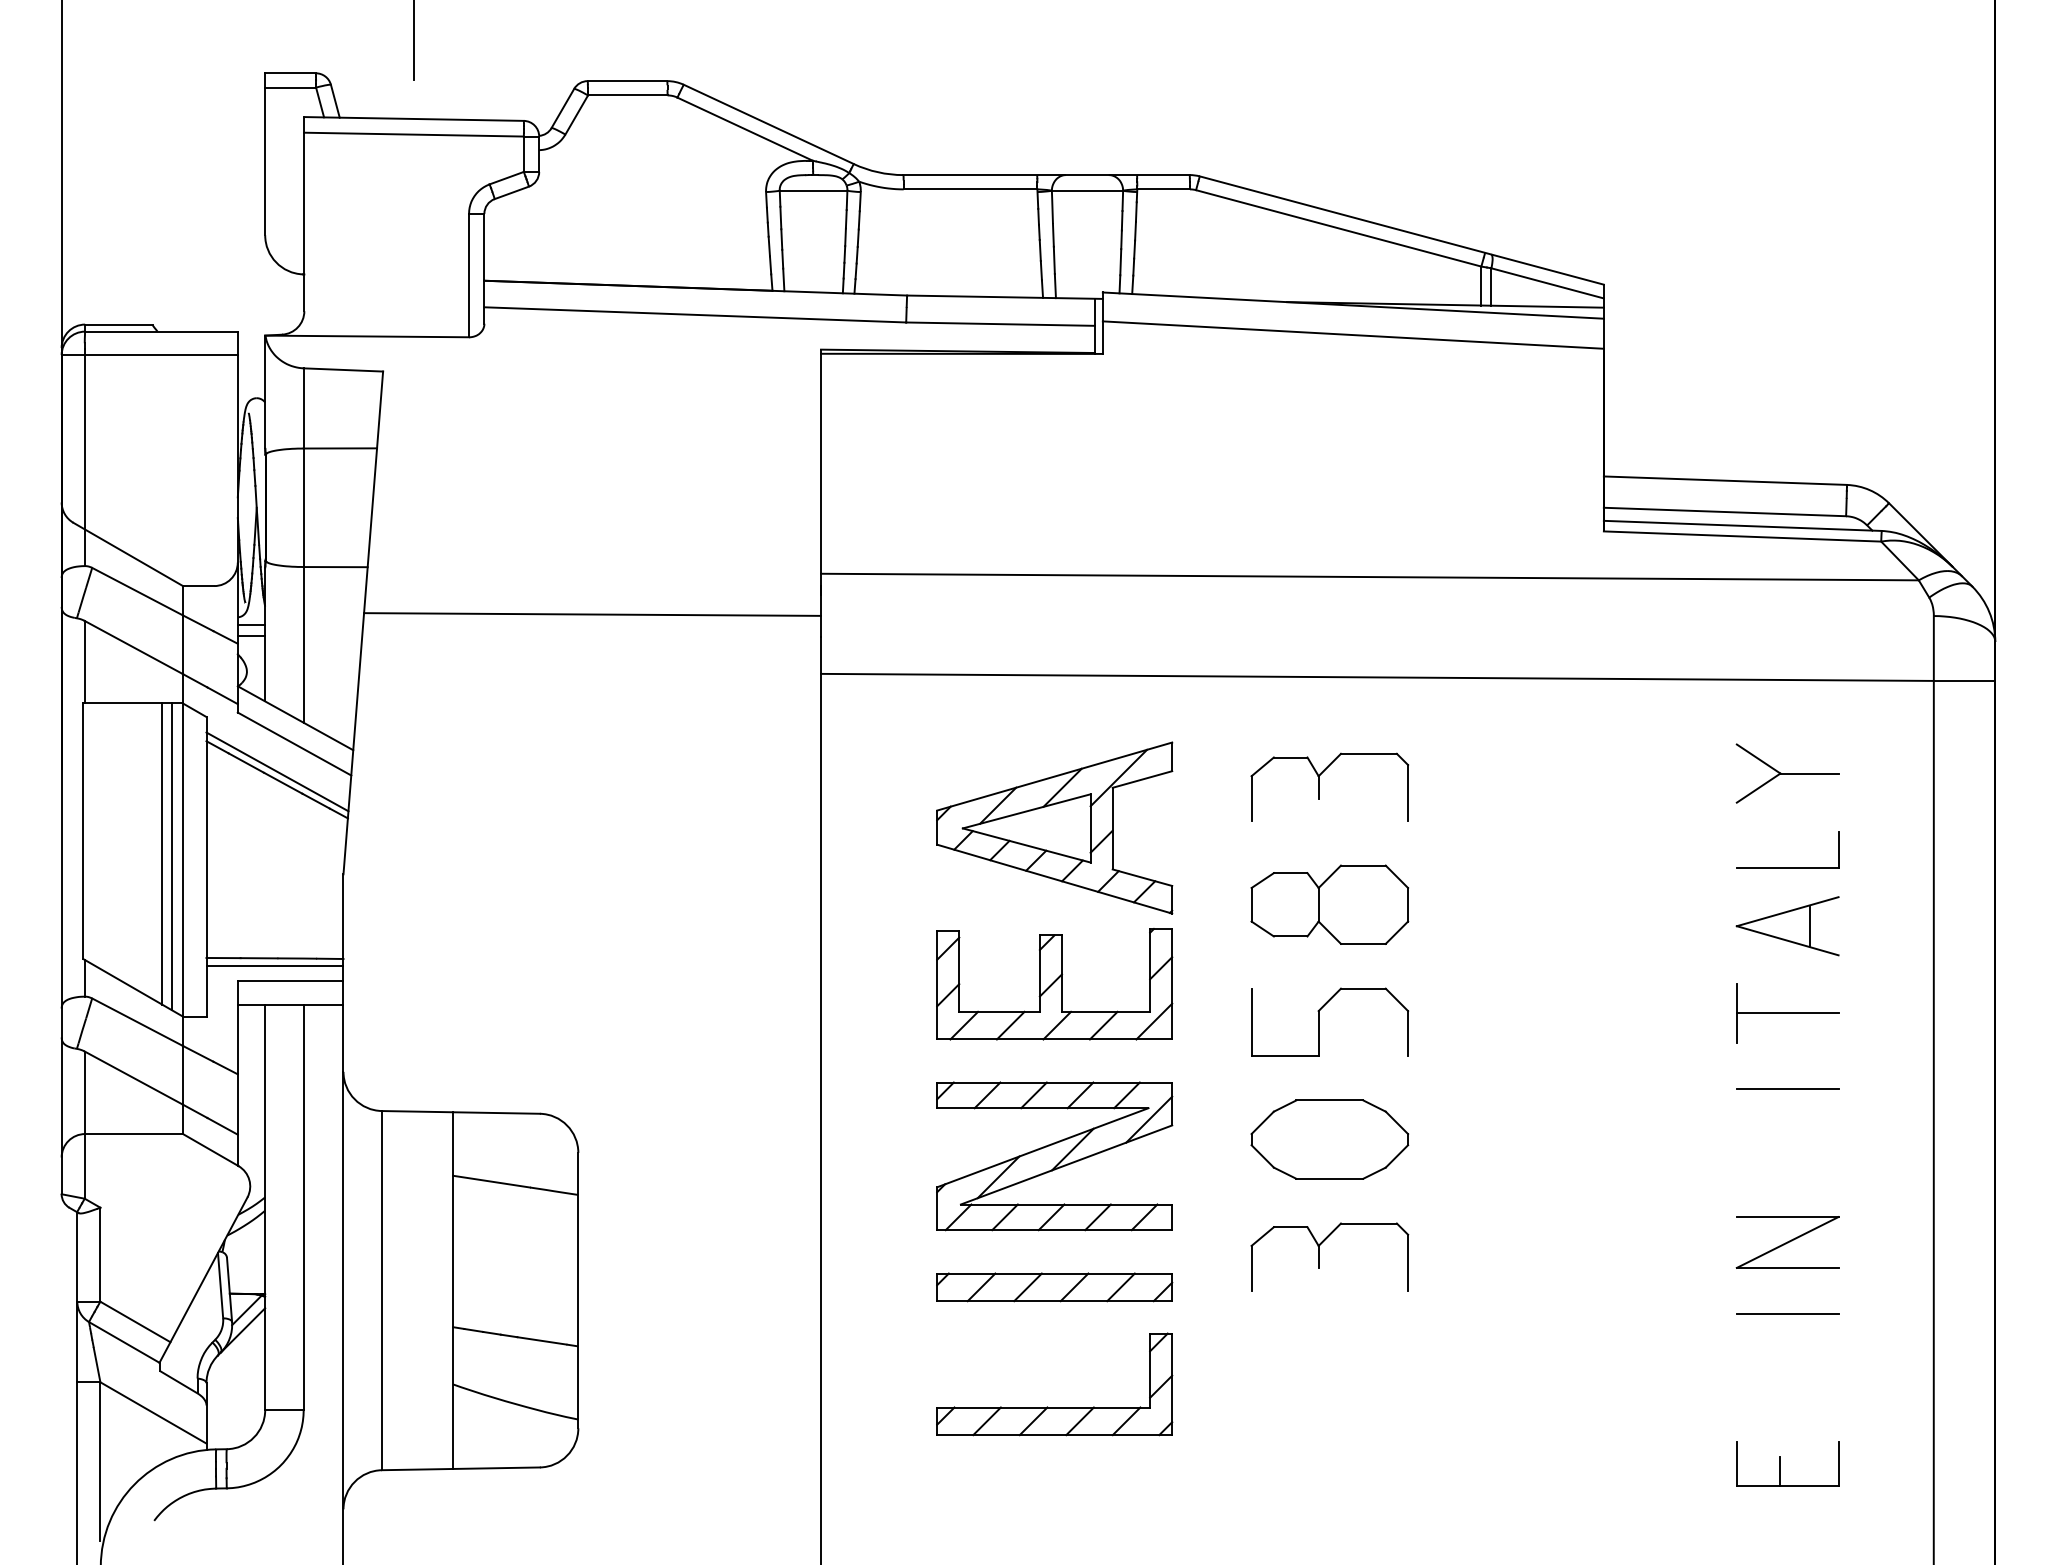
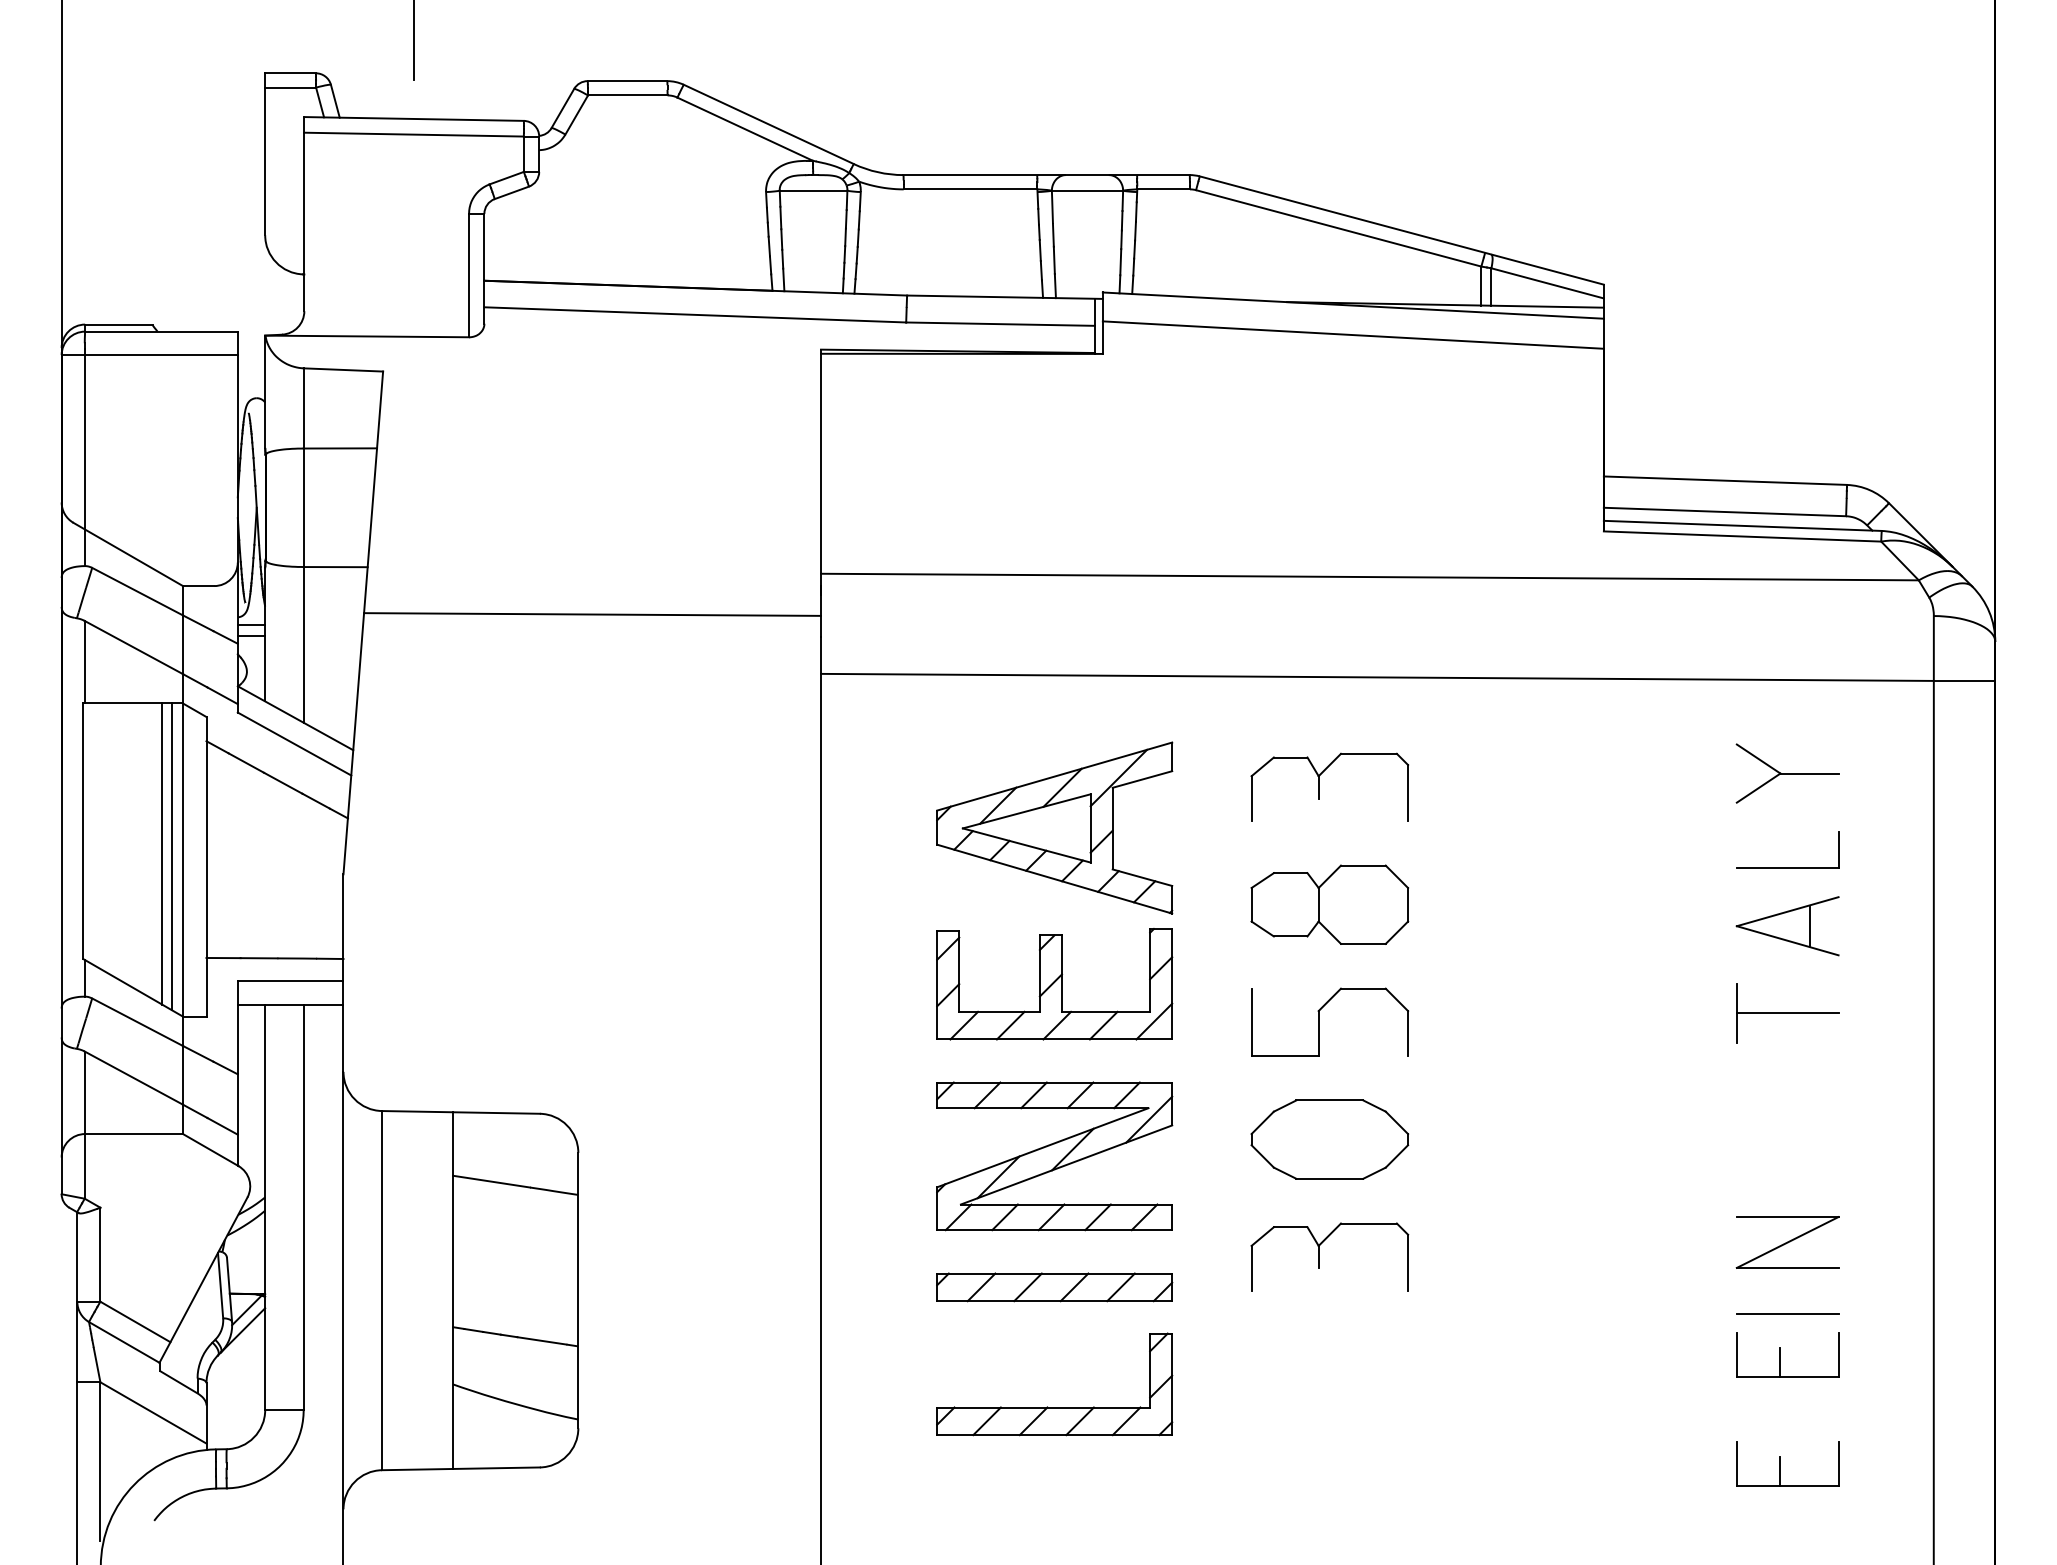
line at (277, 771): present -> none
line at (274, 965): present -> none
line at (1787, 1088): present -> none
part at (1780, 1354): none -> present
